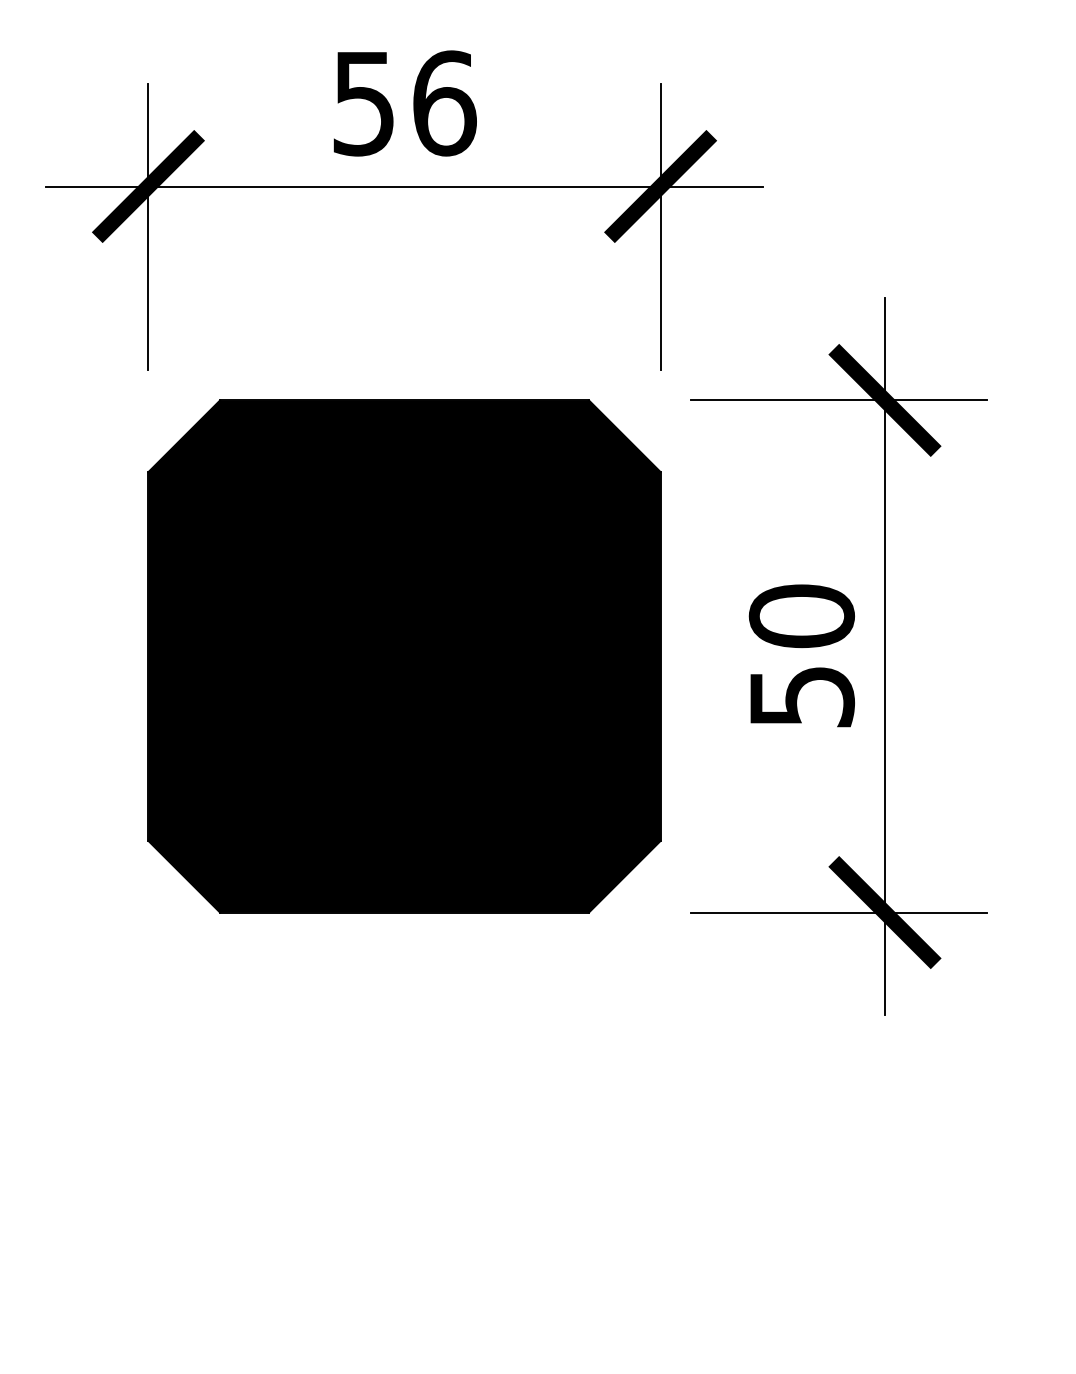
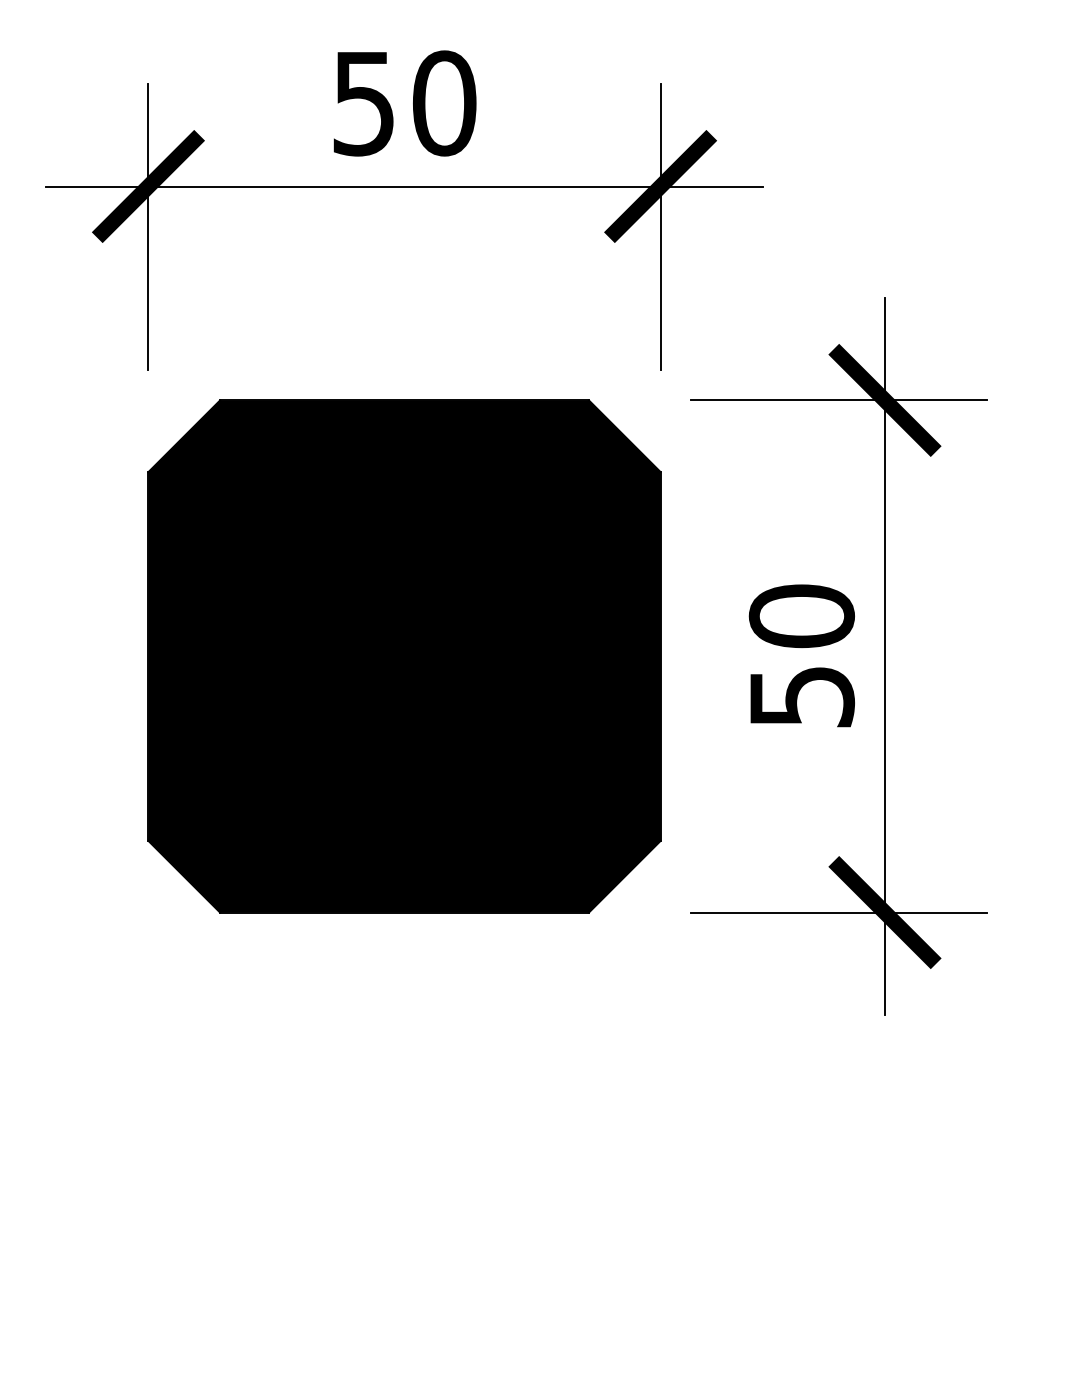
text at (444, 103): 56 -> 50
